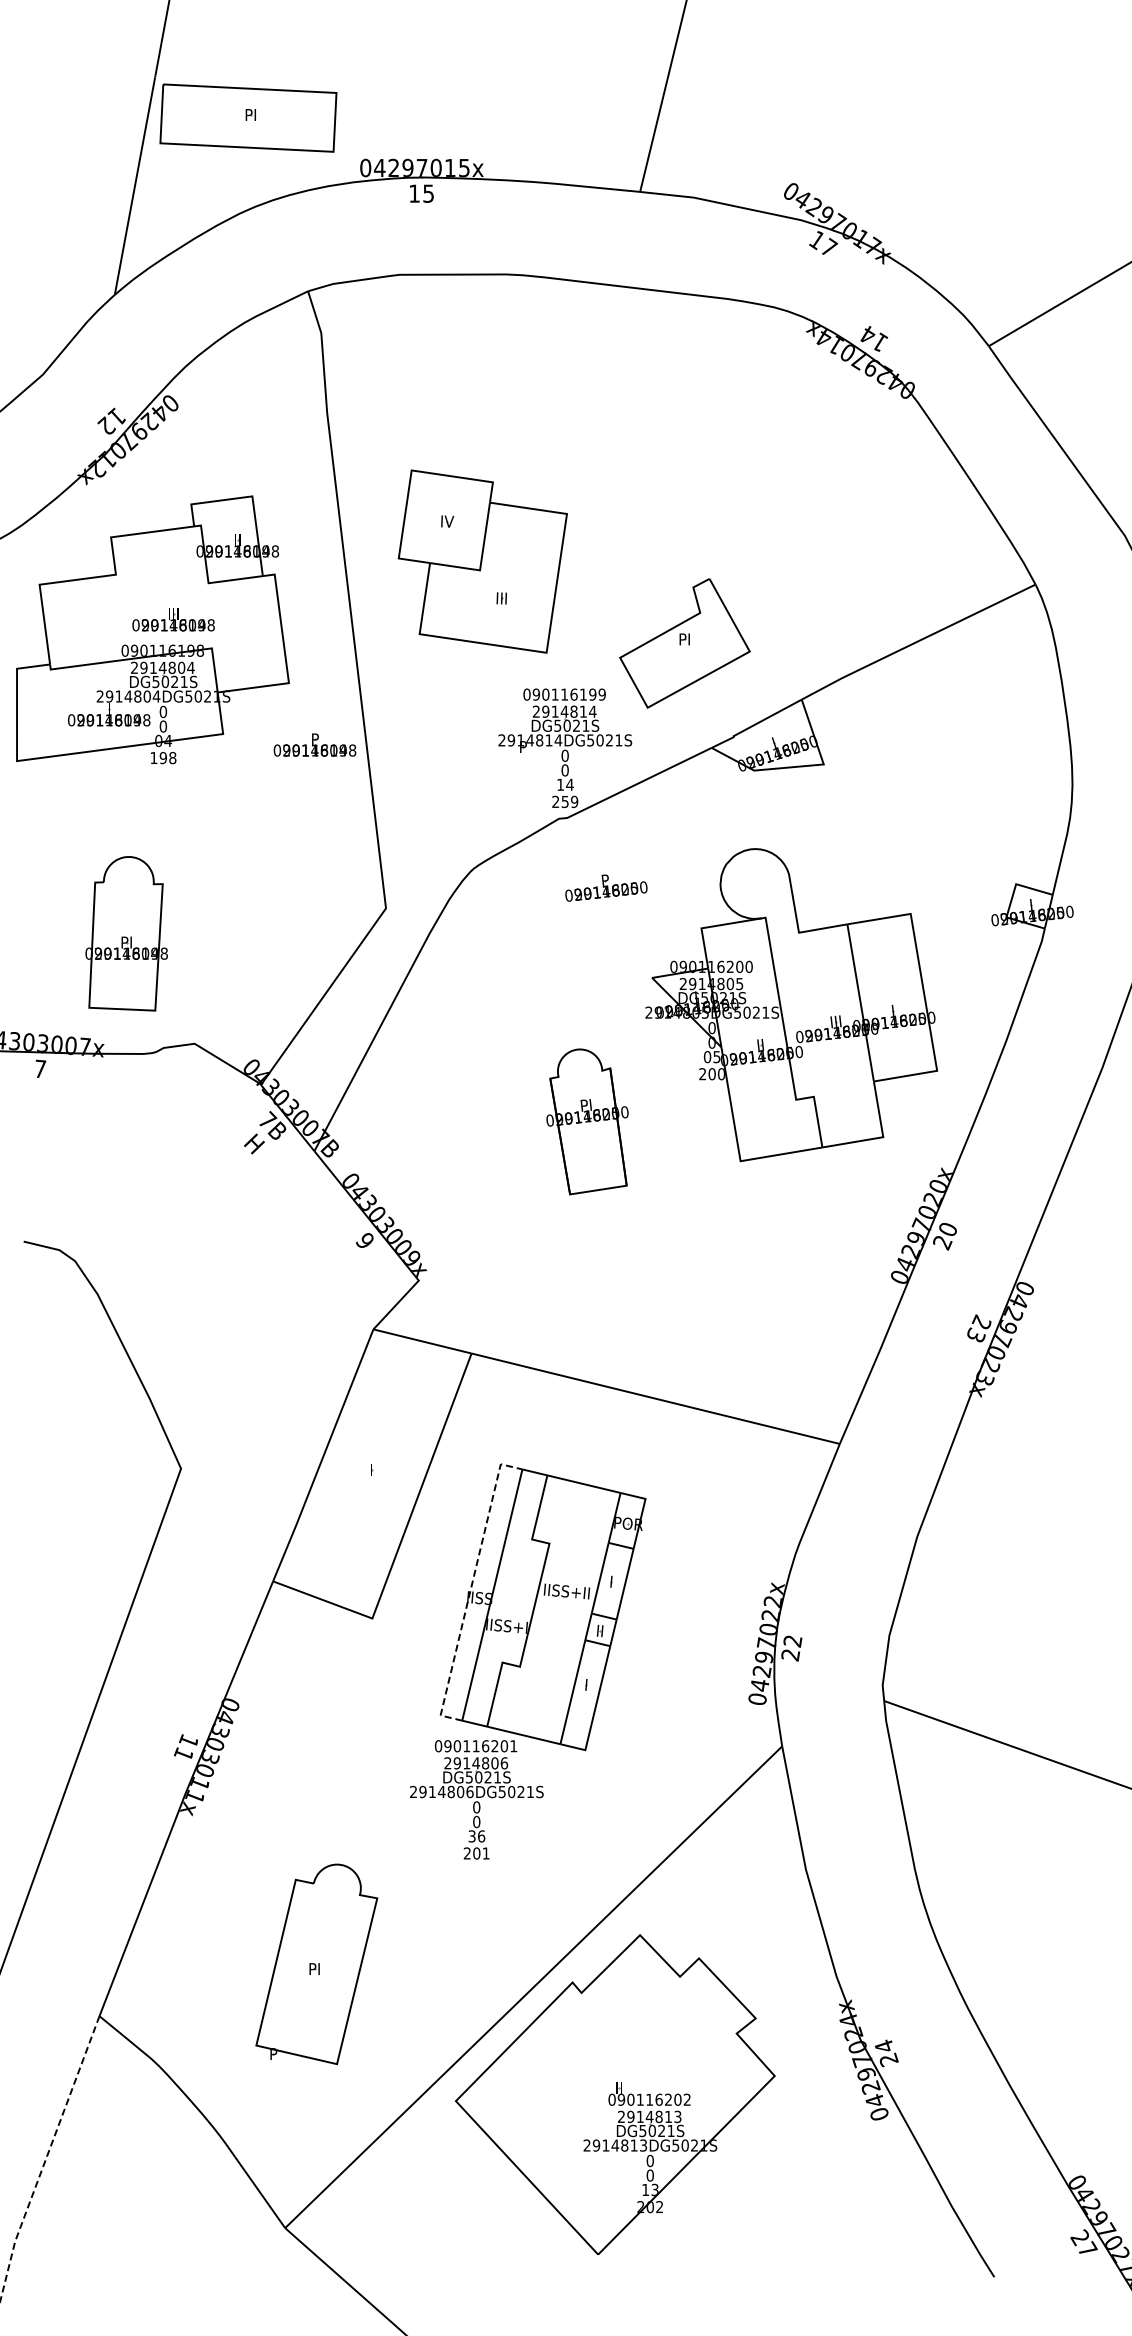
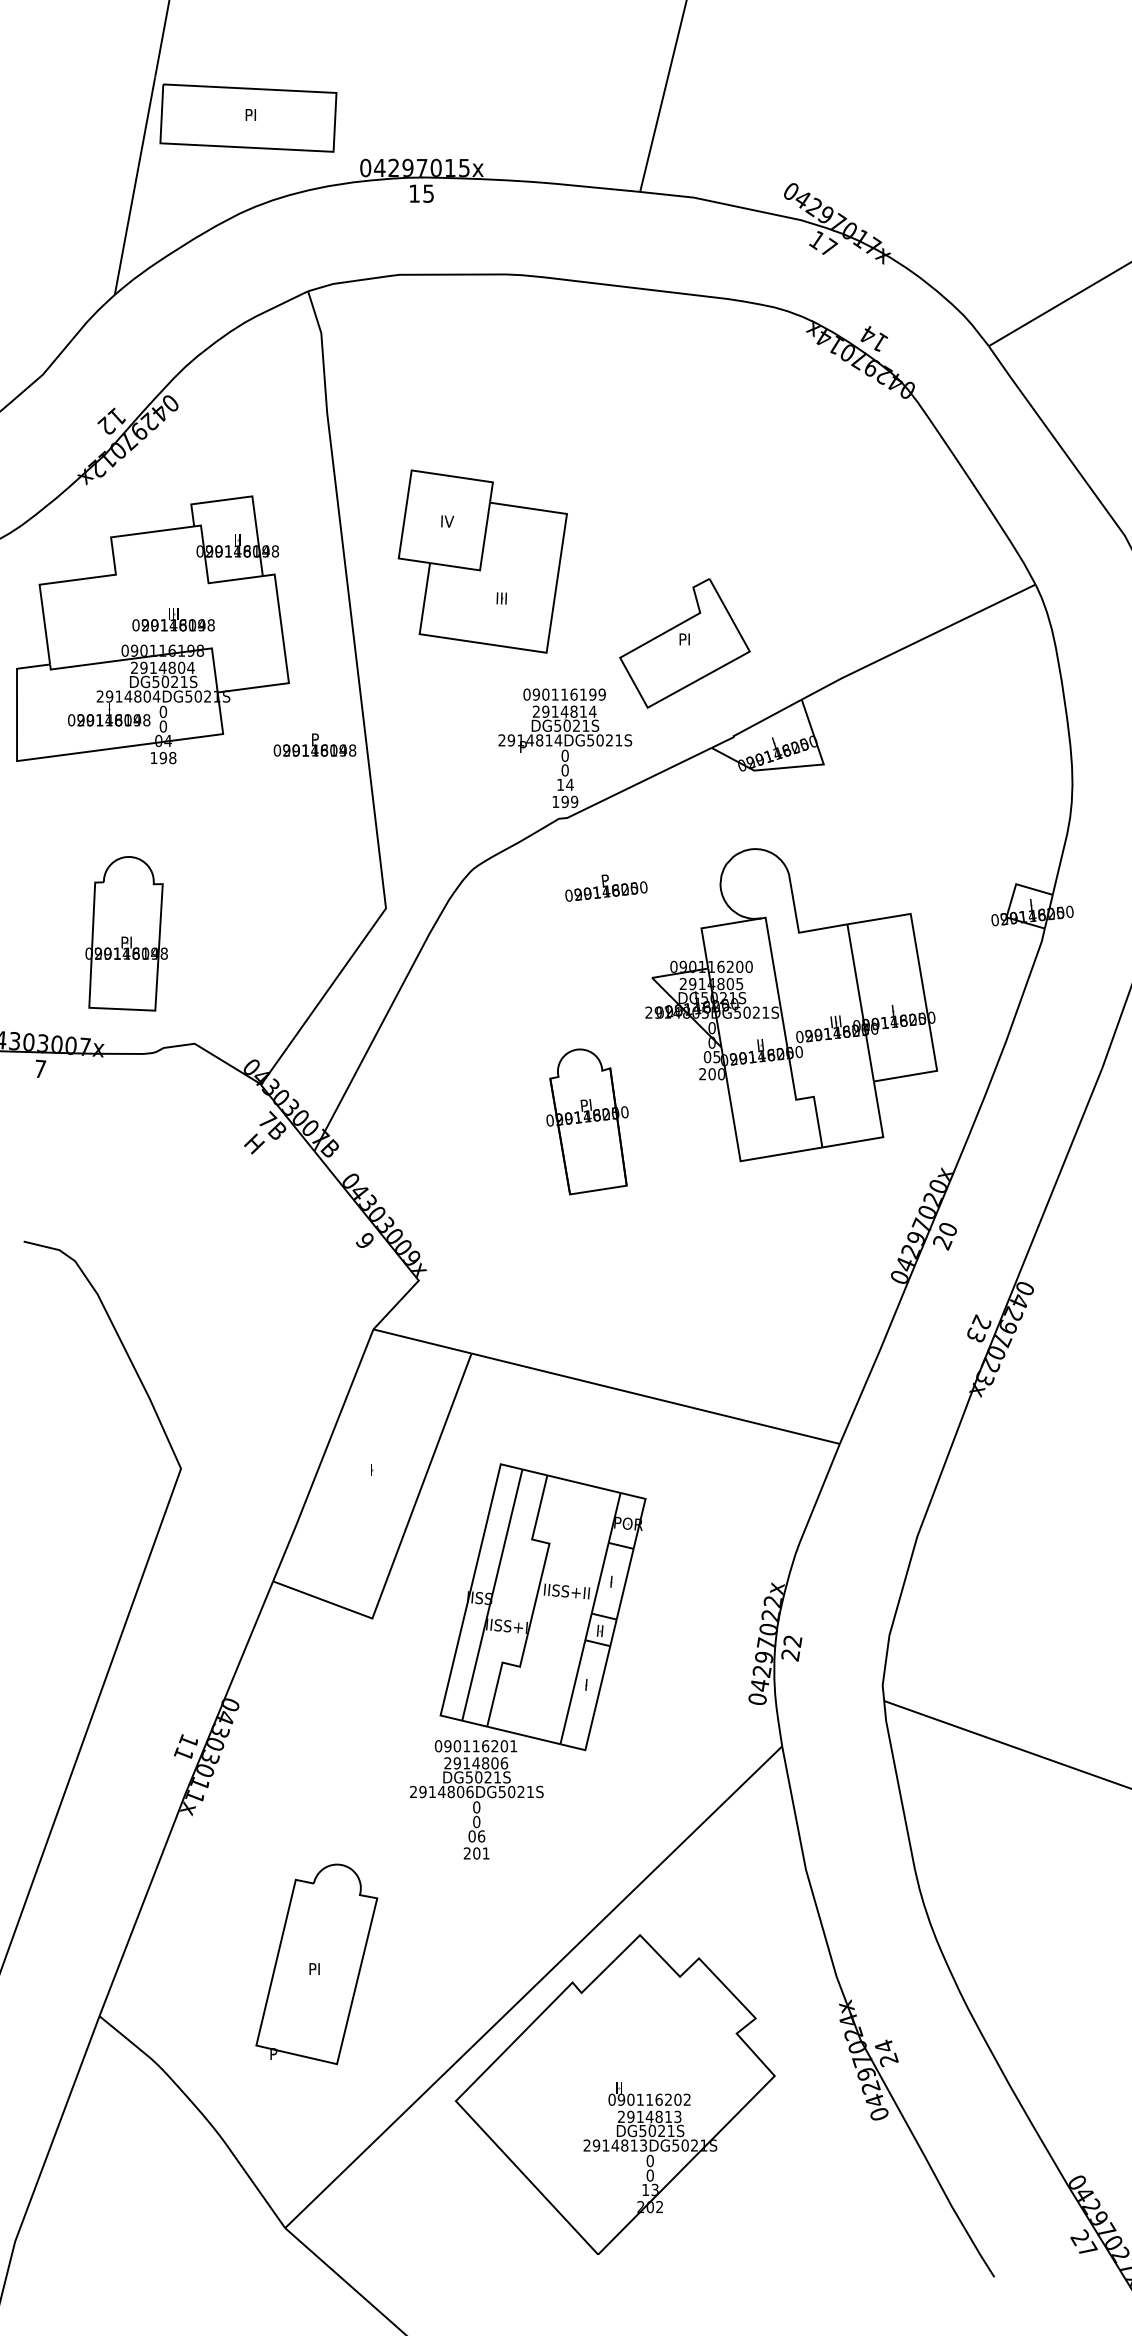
text at (560, 801): 259 -> 199
line at (470, 1589): dashed -> solid
text at (471, 1836): 36 -> 06
line at (45, 2159): dashed -> solid
